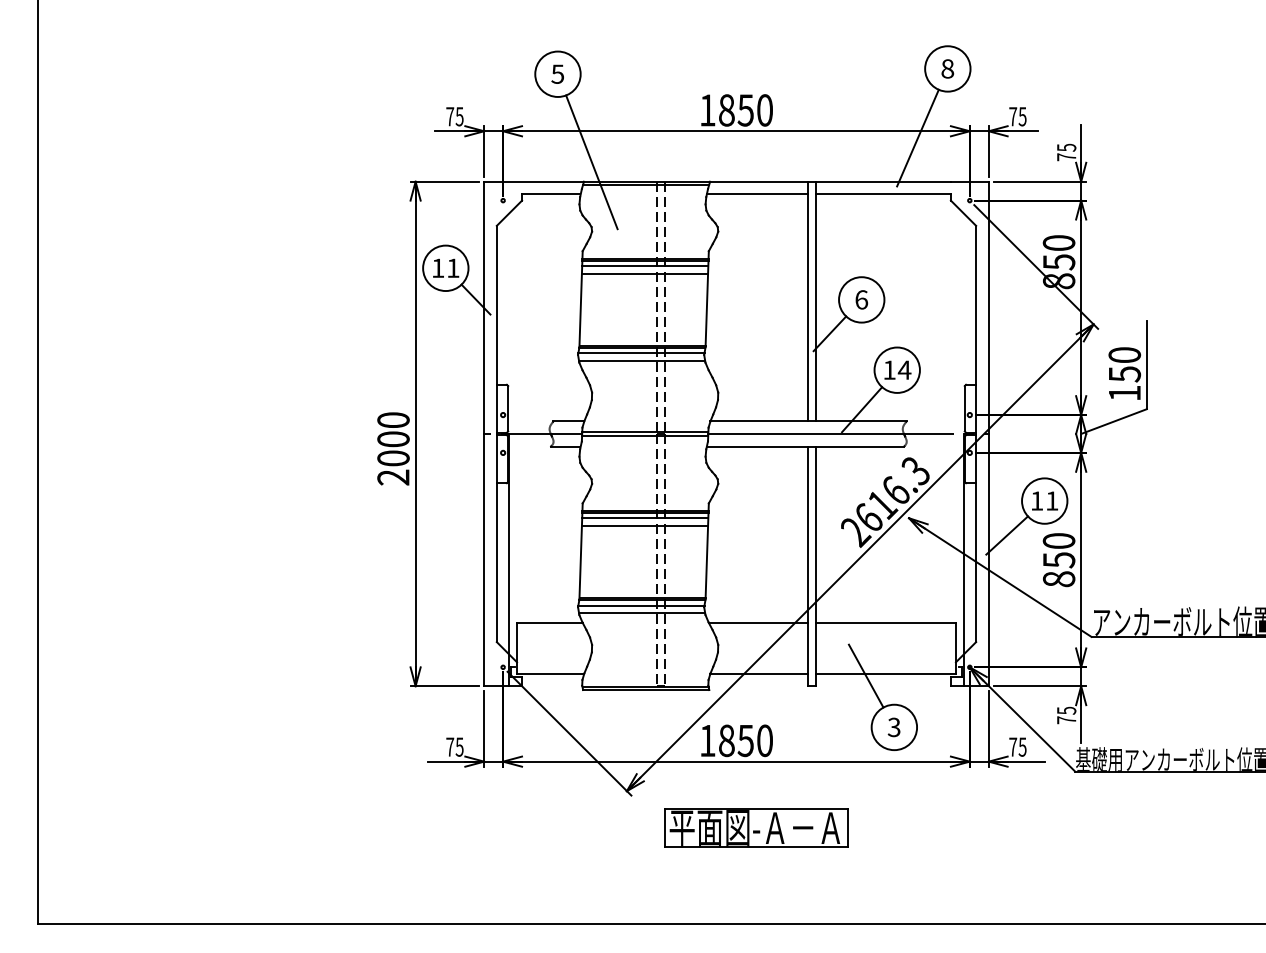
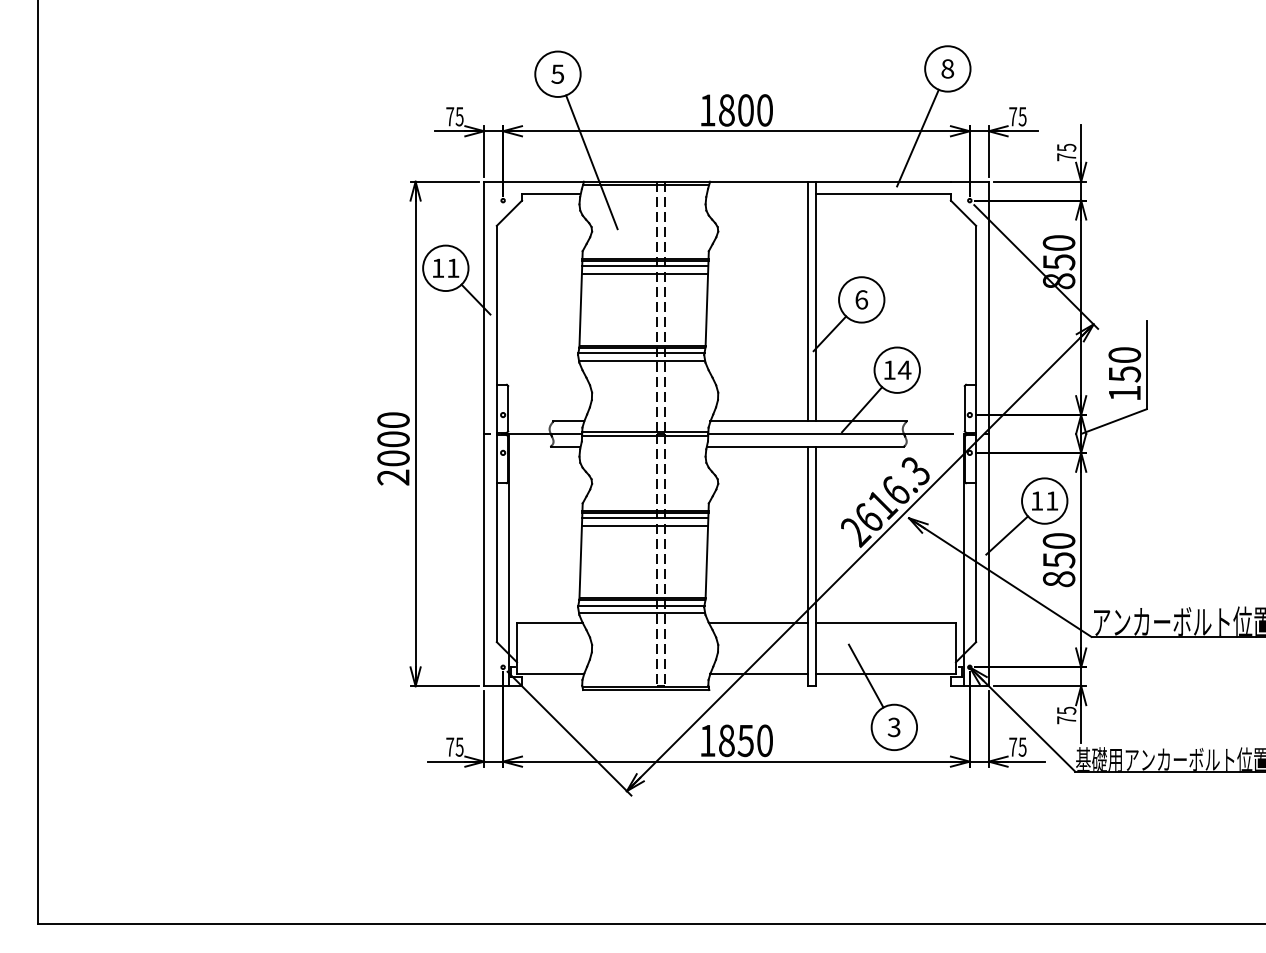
text at (745, 110): 1850 -> 1800
line at (756, 194): present -> none
part at (756, 827): present -> none
